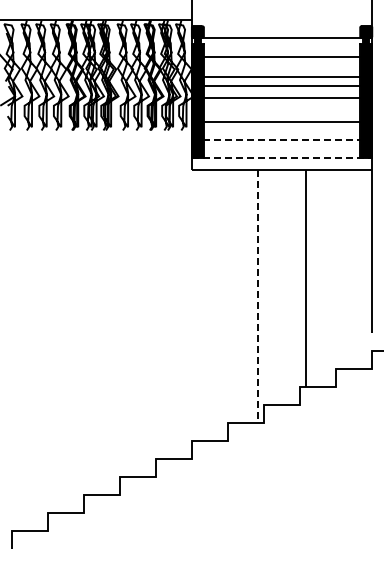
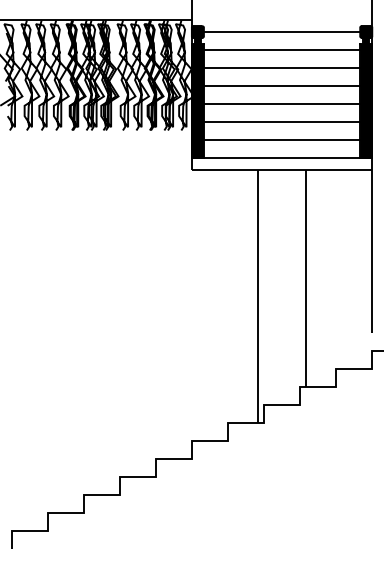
line at (281, 38) position: (281, 38) -> (281, 32)
line at (281, 57) position: (281, 57) -> (281, 50)
line at (281, 77) position: (281, 77) -> (281, 68)
line at (281, 98) position: (281, 98) -> (281, 104)
line at (282, 140): dashed -> solid
line at (282, 158): dashed -> solid
line at (258, 297): dashed -> solid
